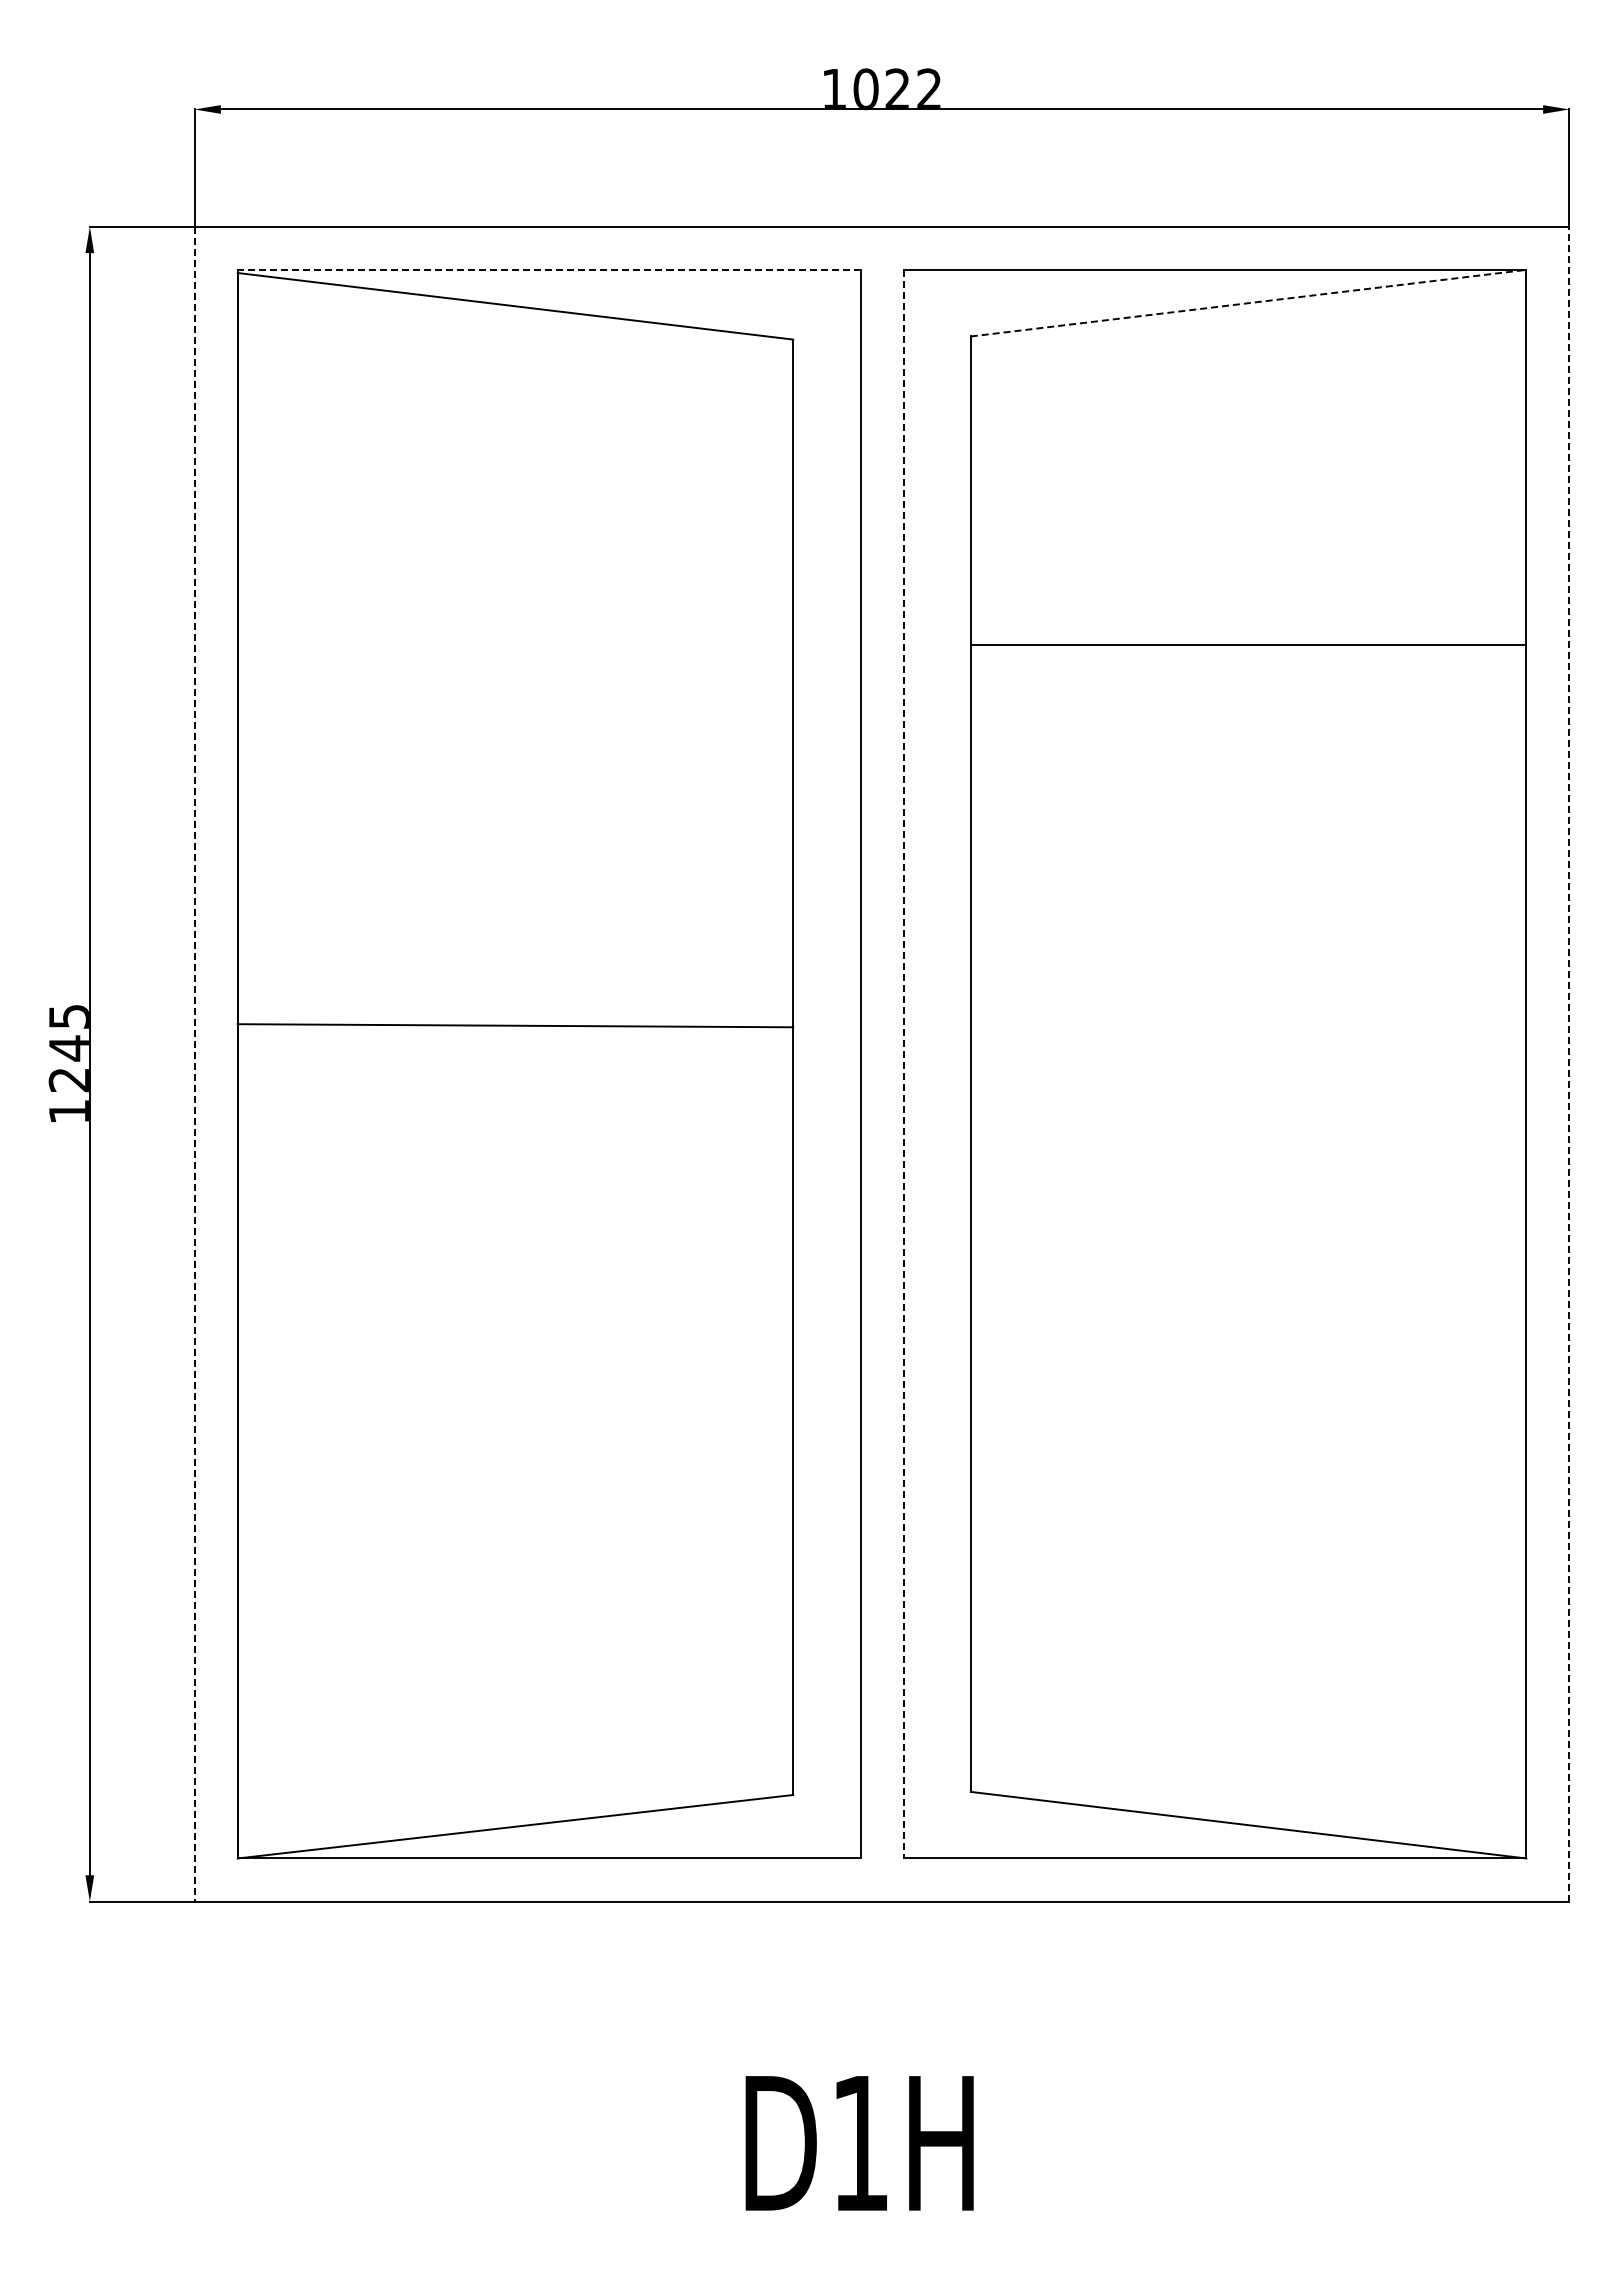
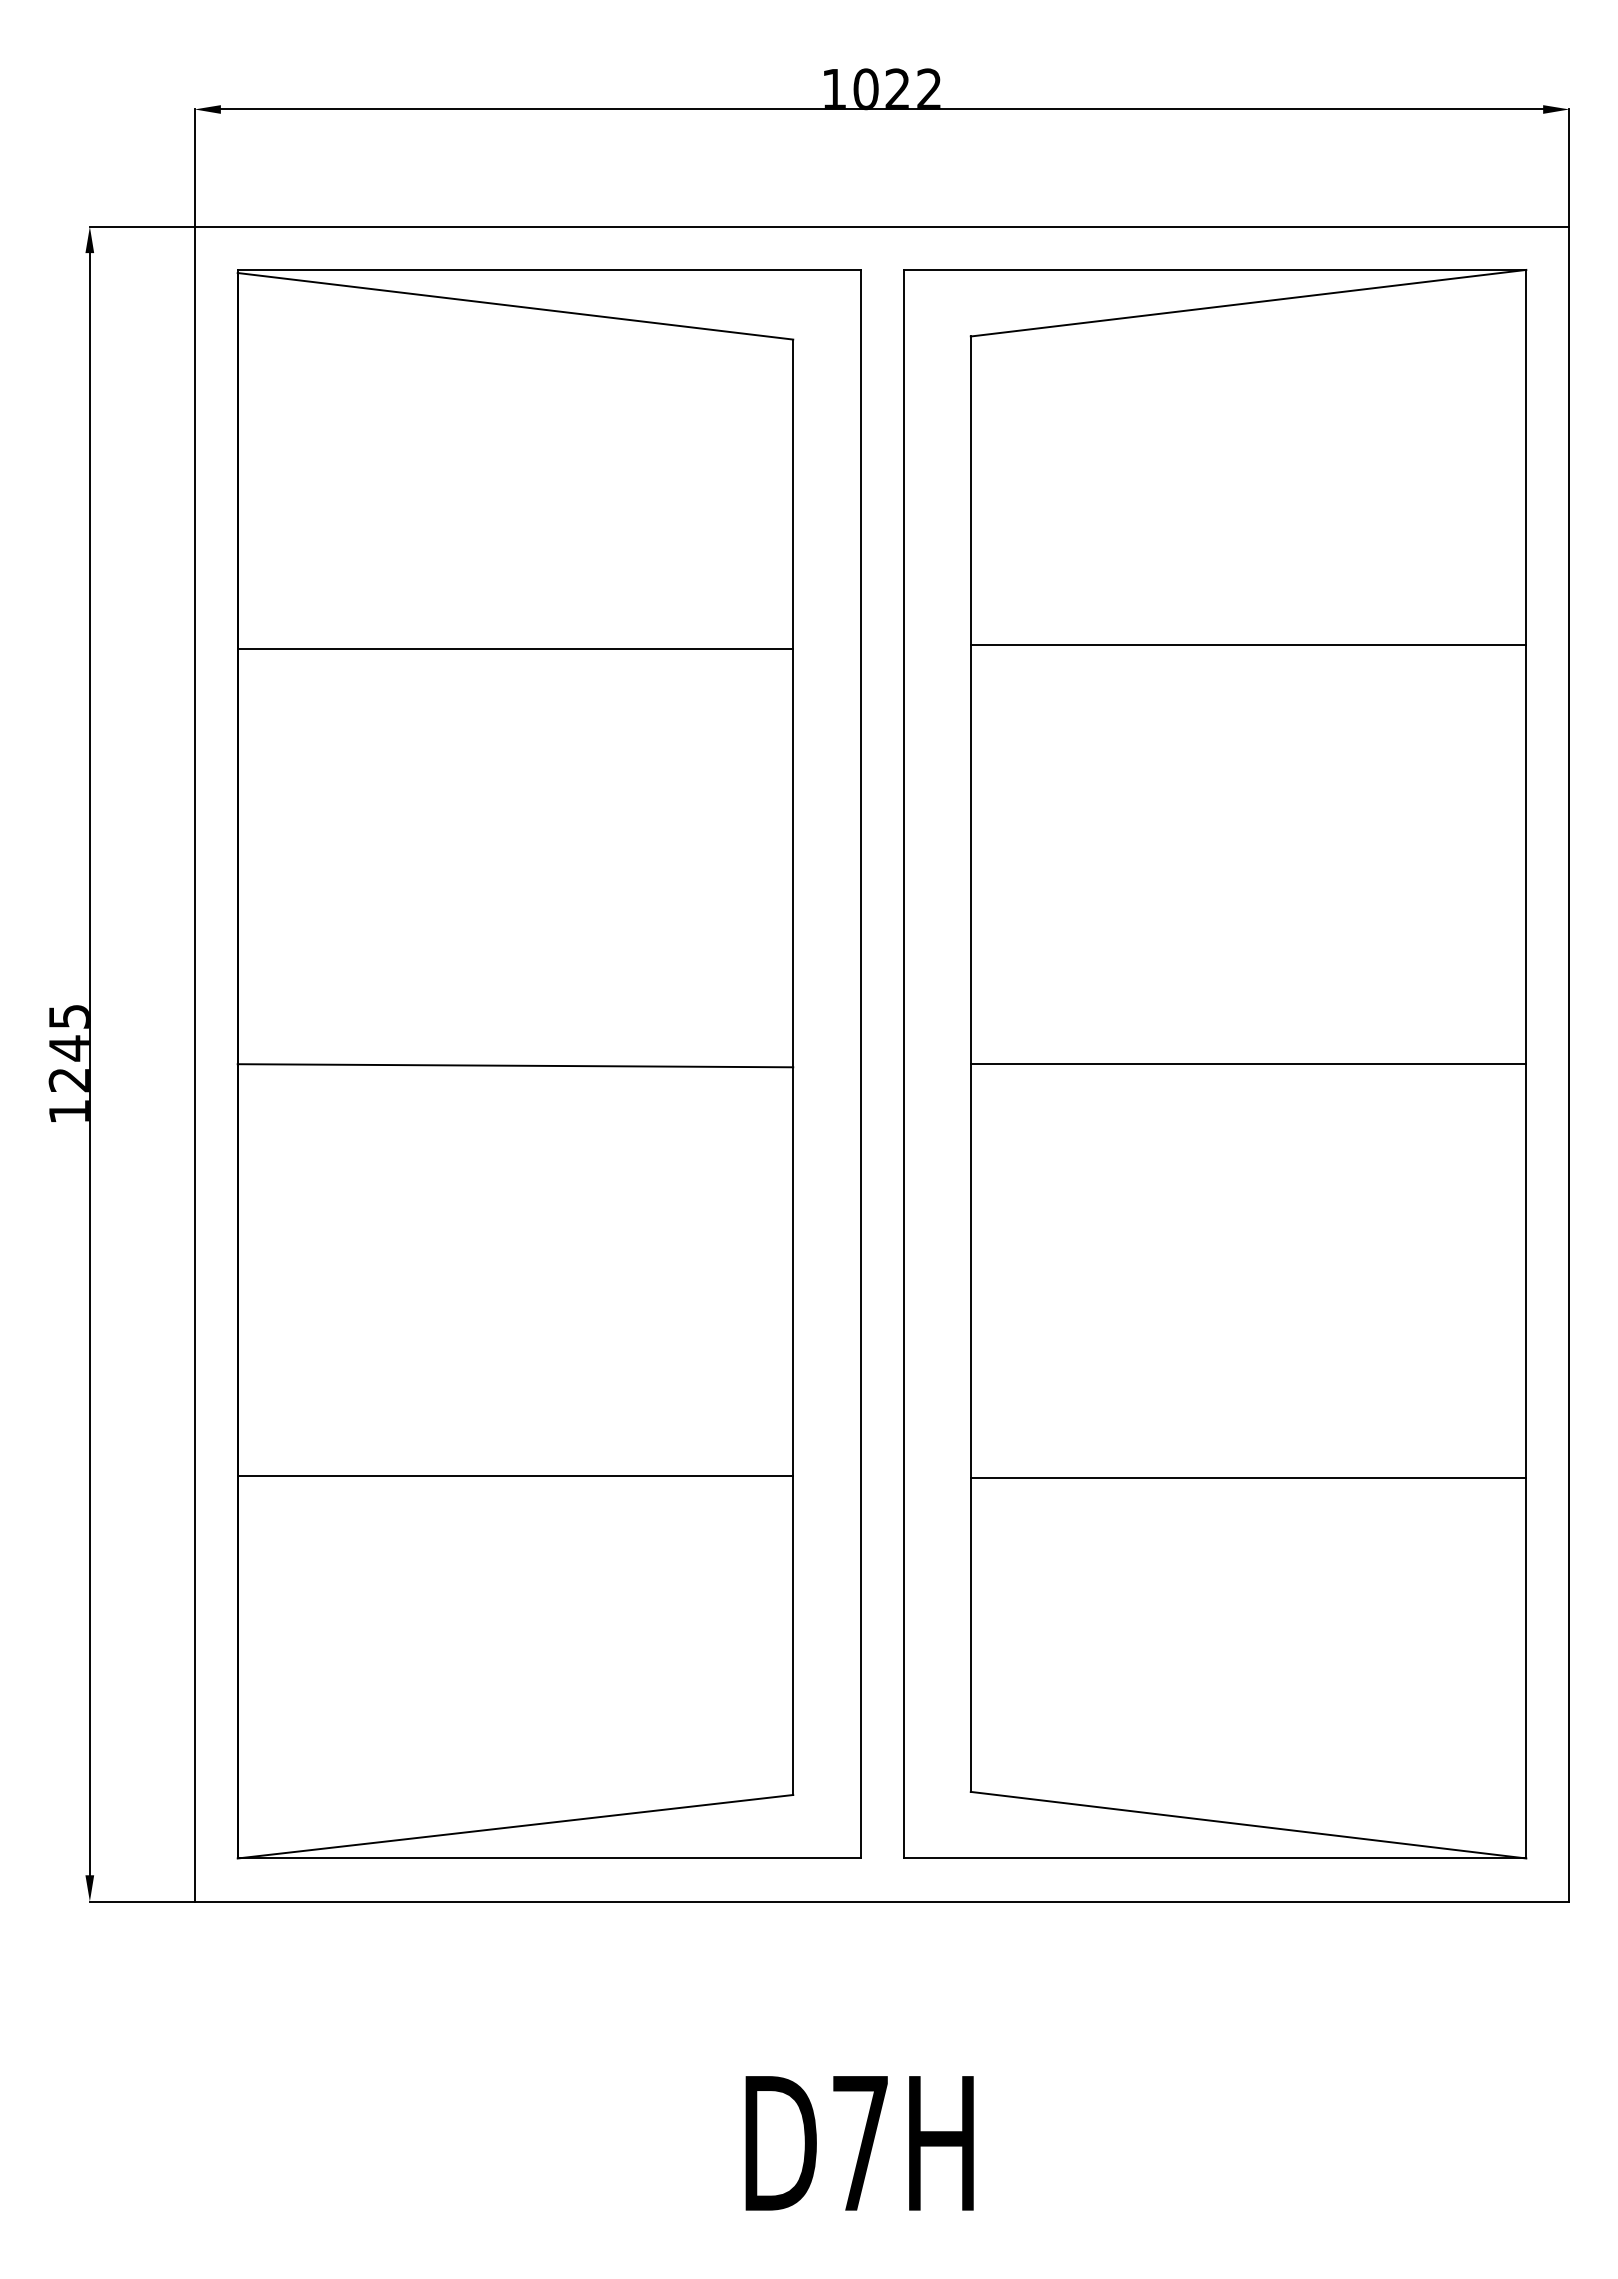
line at (548, 269): dashed -> solid
line at (1248, 303): dashed -> solid
line at (515, 648): none -> present
line at (515, 1025) position: (515, 1025) -> (515, 1065)
line at (1569, 1063): dashed -> solid
line at (194, 1064): dashed -> solid
line at (903, 1064): dashed -> solid
line at (1248, 1064): none -> present
line at (515, 1475): none -> present
line at (1248, 1477): none -> present
text at (860, 2143): D1H -> D7H
